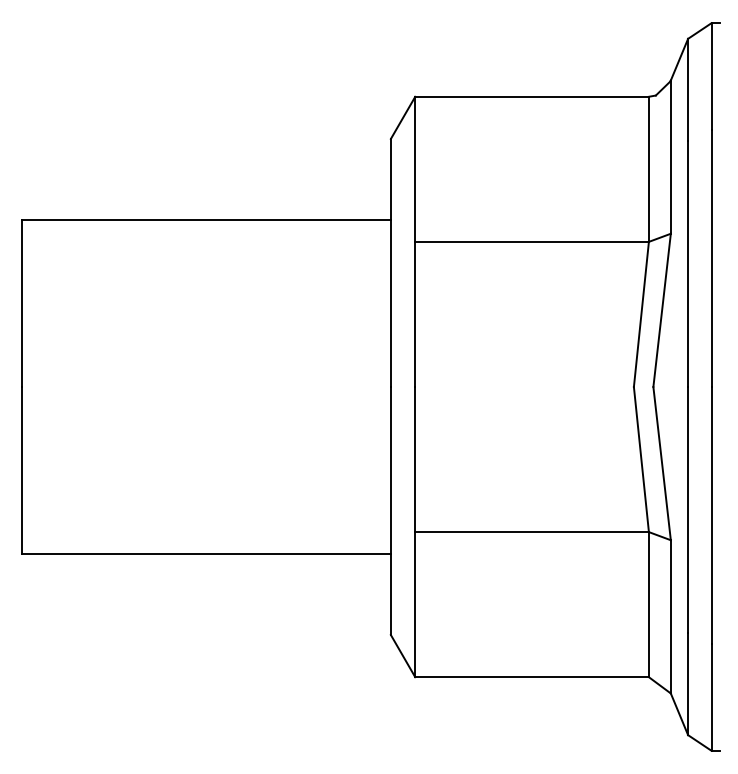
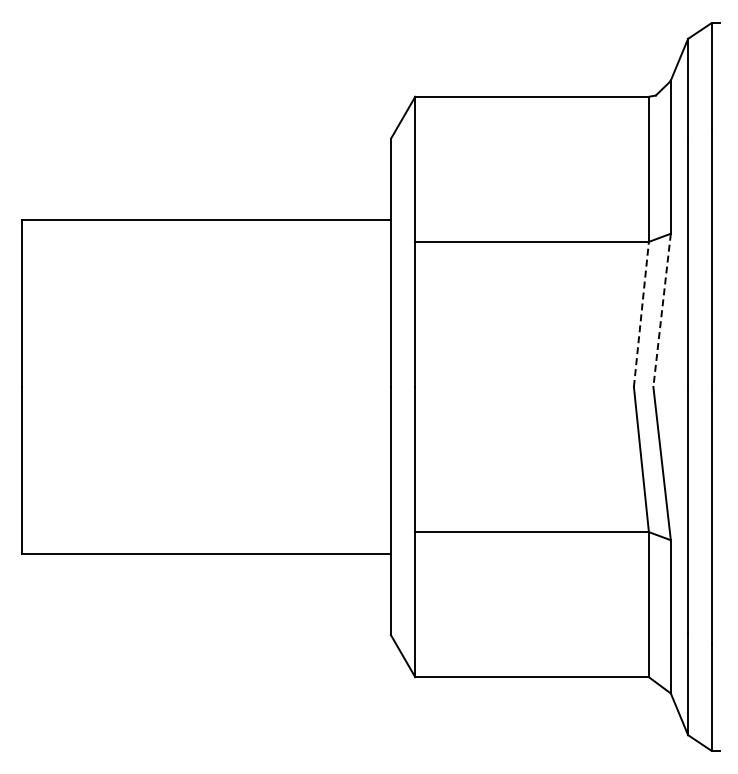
line at (662, 310): solid -> dashed
line at (641, 314): solid -> dashed
